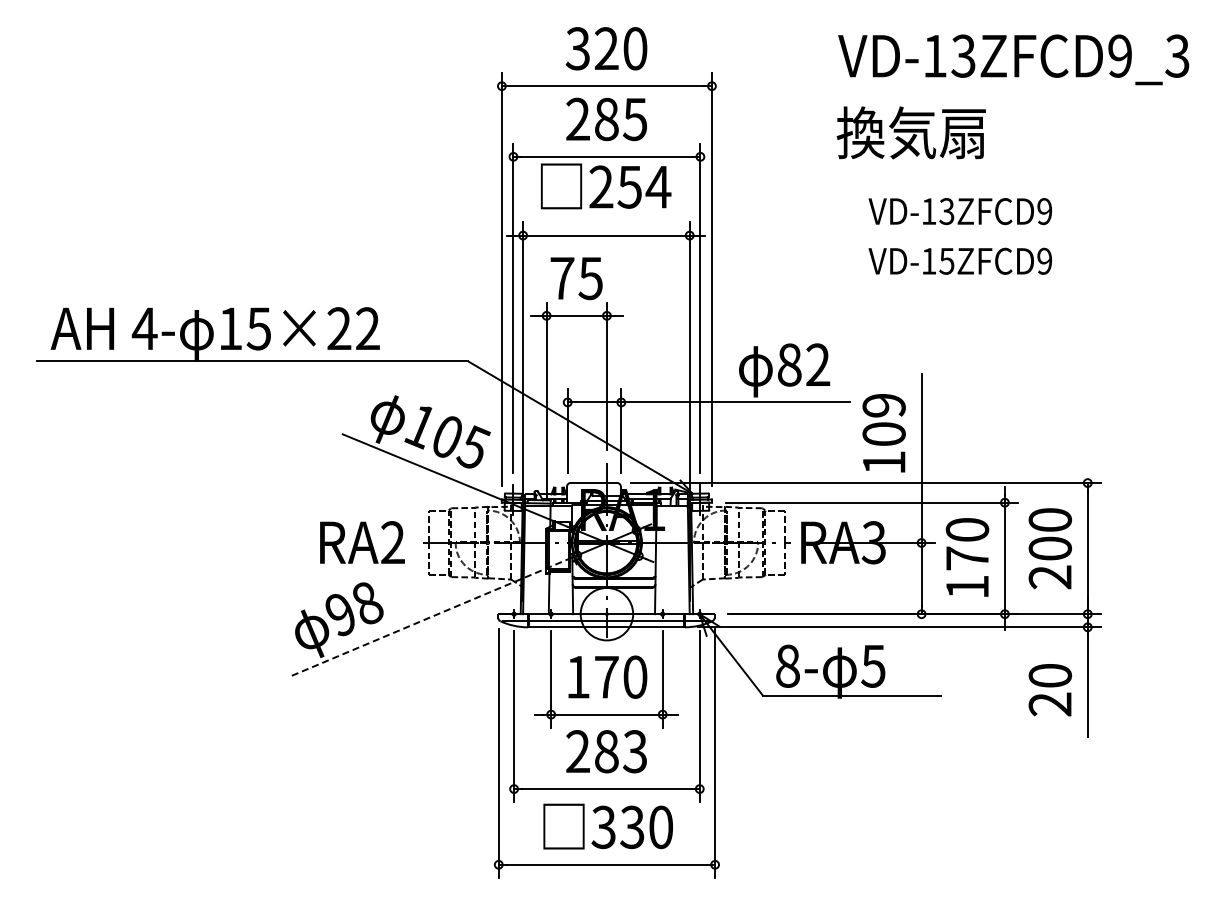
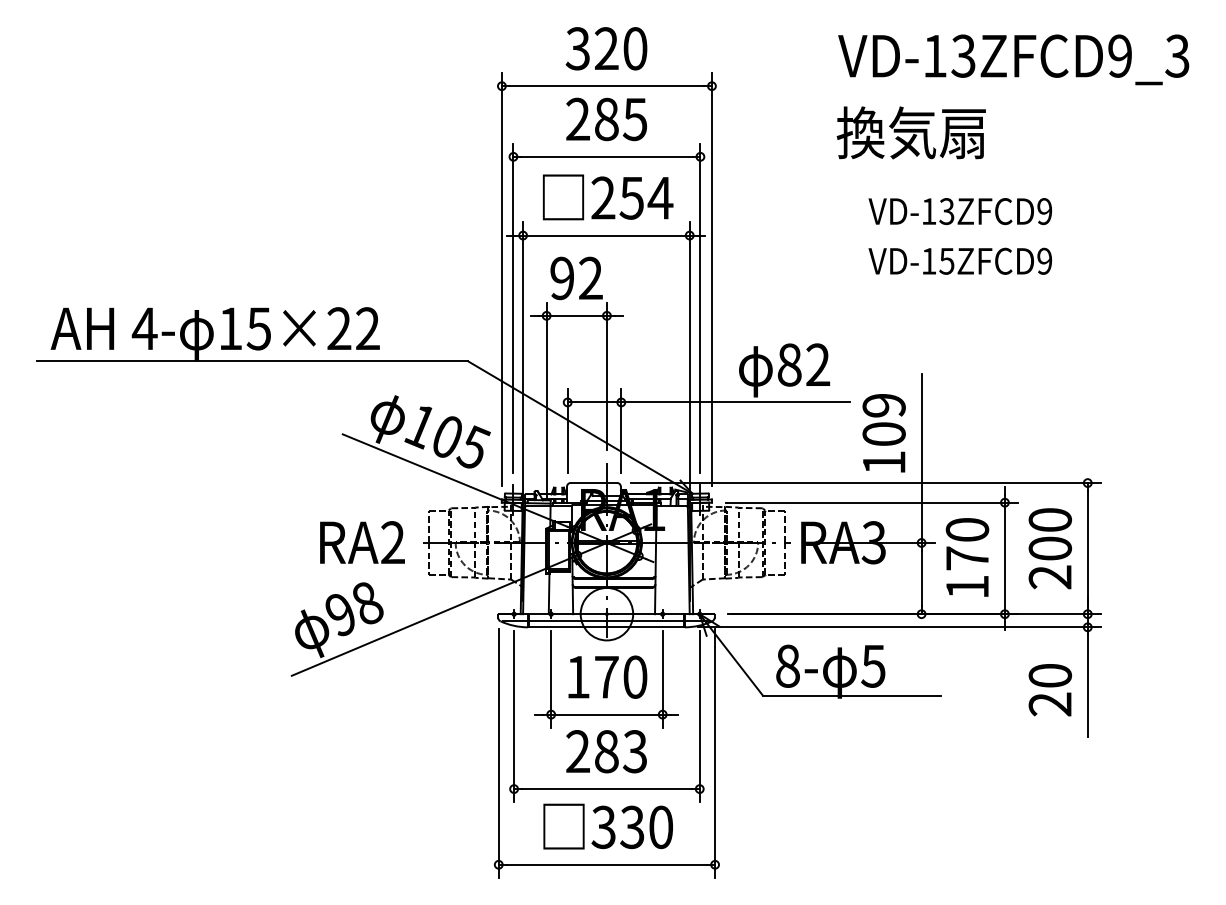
text at (606, 186) position: (606, 186) -> (608, 197)
text at (576, 278): 75 -> 92
line at (430, 617): dashed -> solid
